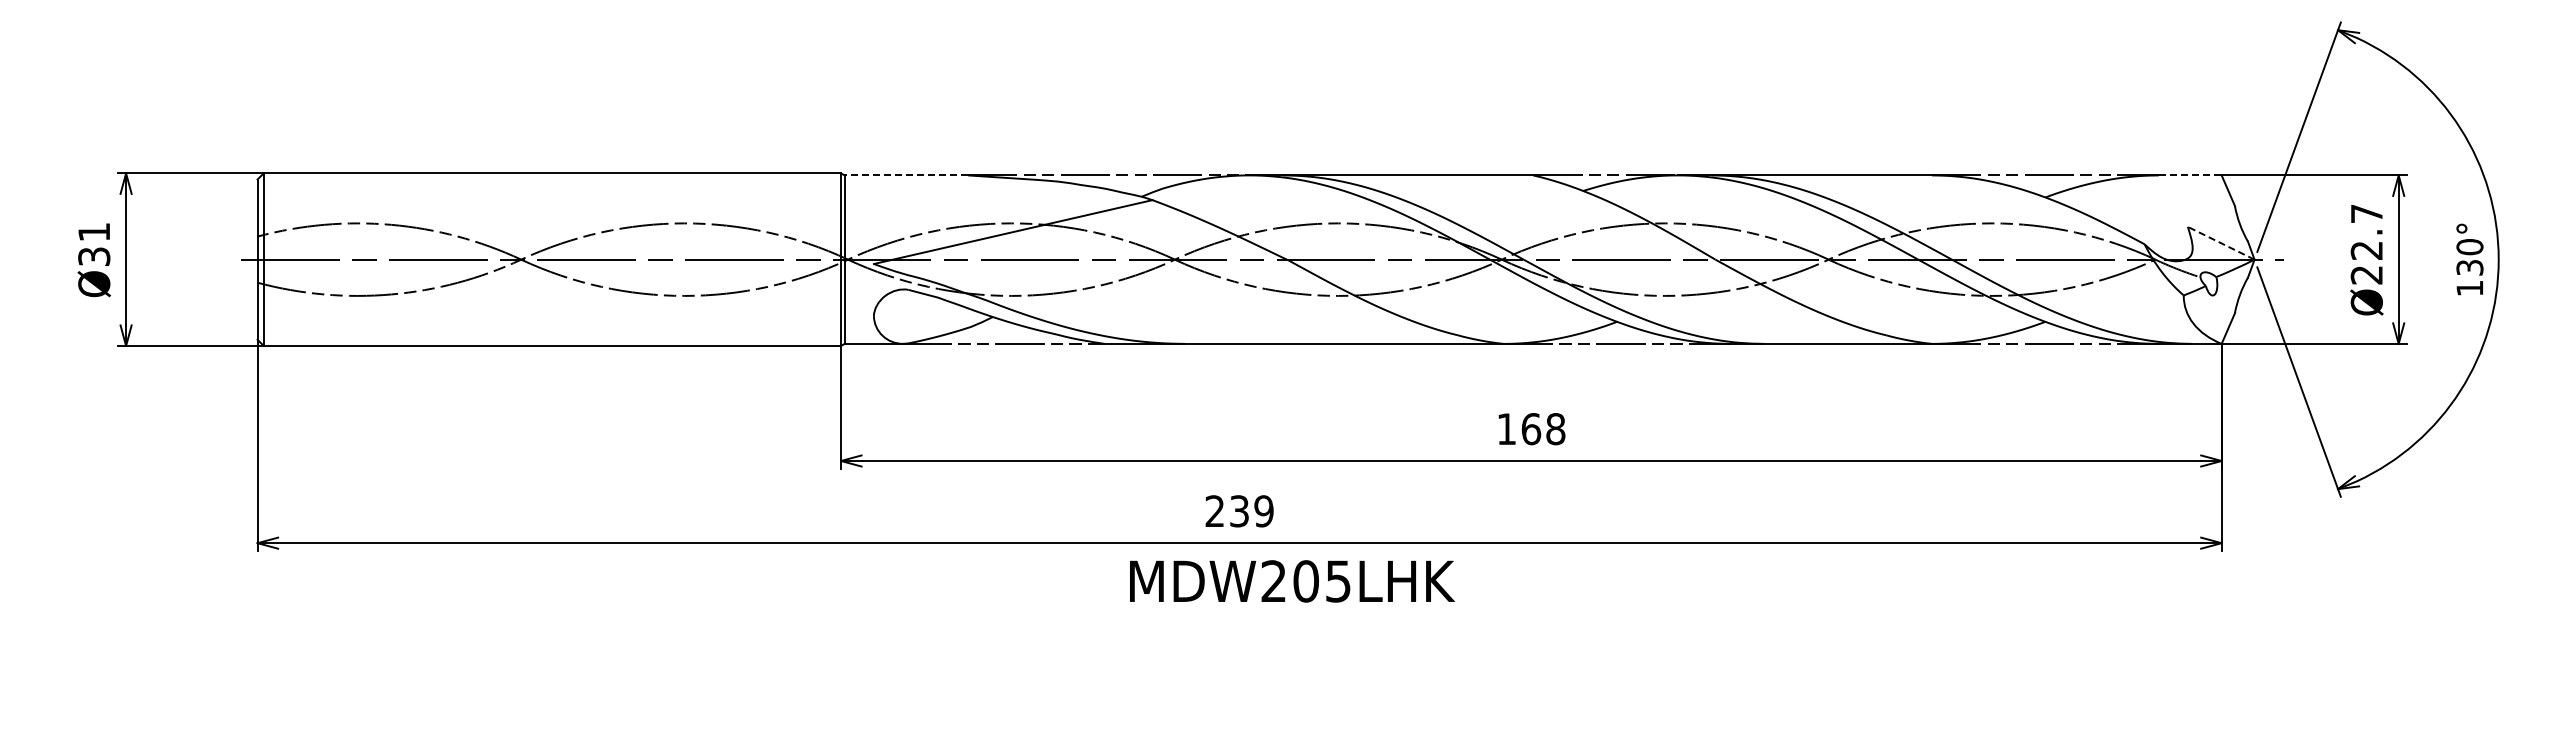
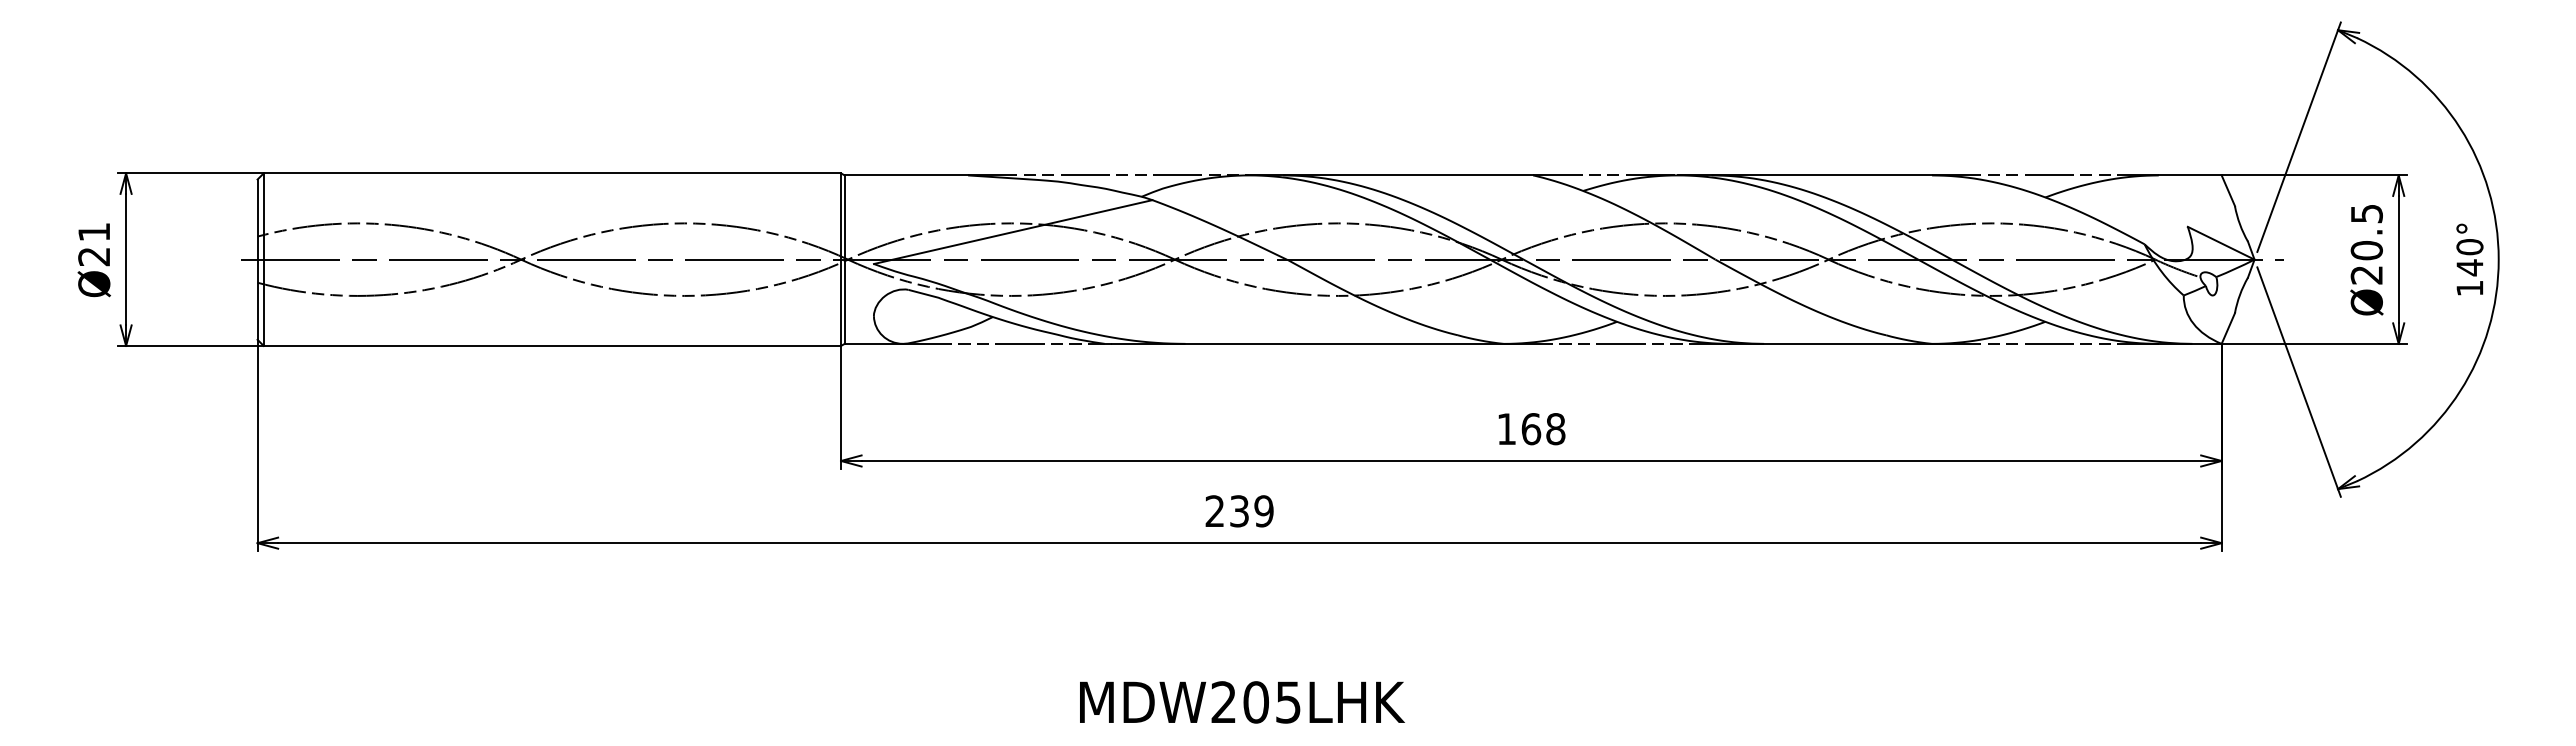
line at (906, 175): dashed -> solid
line at (2190, 175): dashed -> solid
text at (2366, 232): Ø22.7 -> Ø20.5
line at (2220, 243): dashed -> solid
text at (94, 256): Ø31 -> Ø21
text at (2469, 267): 130° -> 140°
text at (1292, 581) position: (1292, 581) -> (1242, 702)
